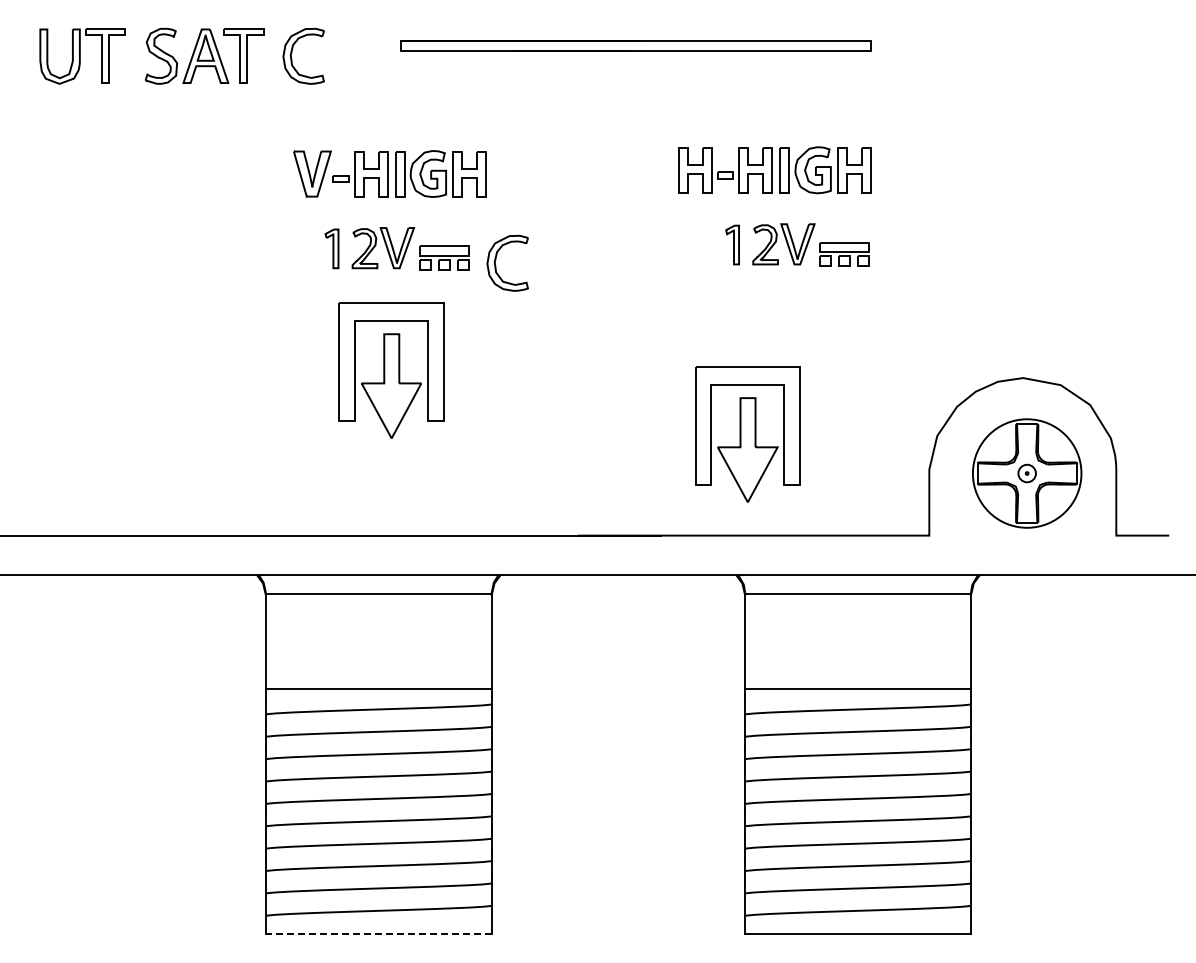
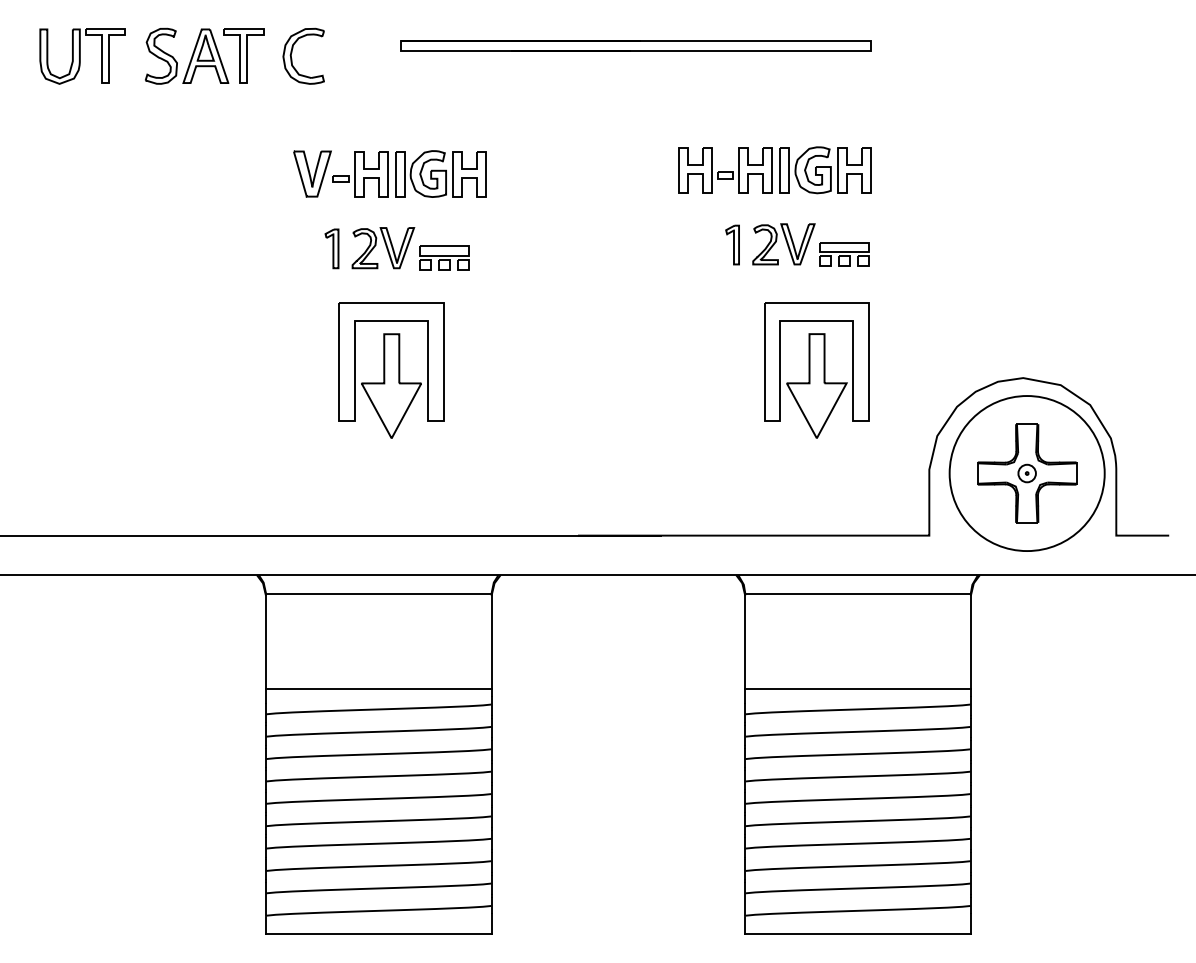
part at (496, 260): present -> none
part at (747, 434) position: (747, 434) -> (816, 370)
circle at (1026, 473) diameter: 109 px -> 155 px
line at (378, 934): dashed -> solid
